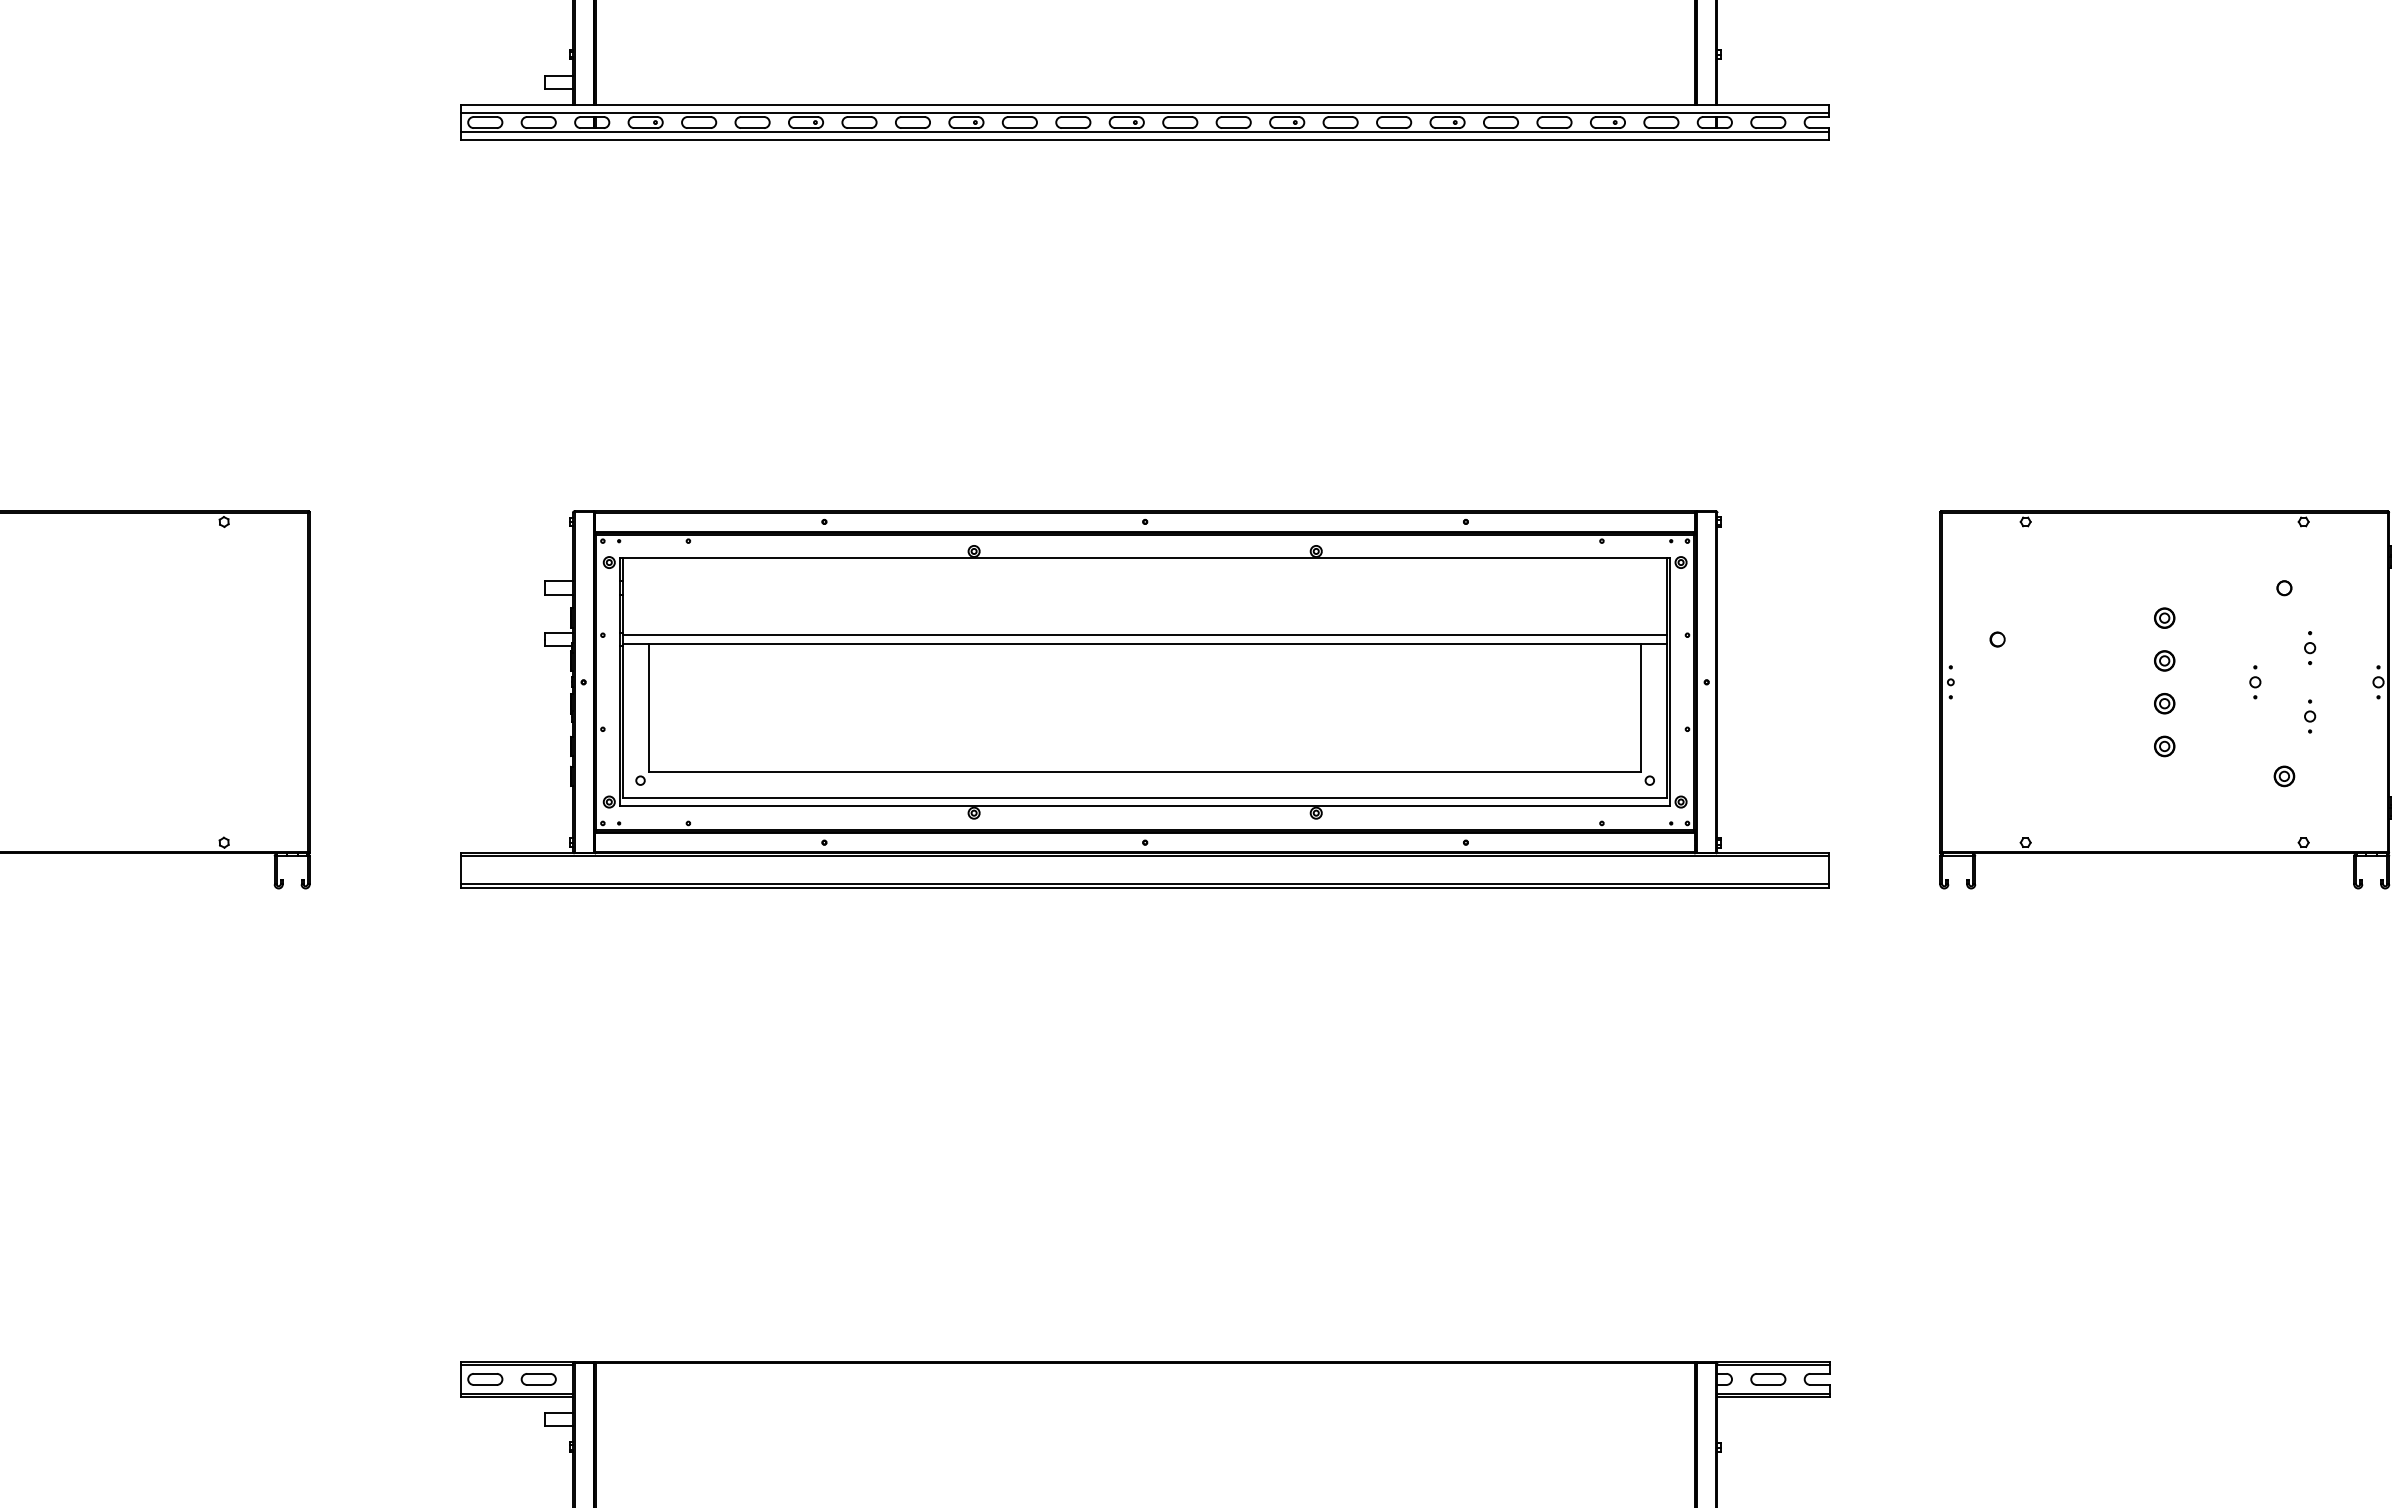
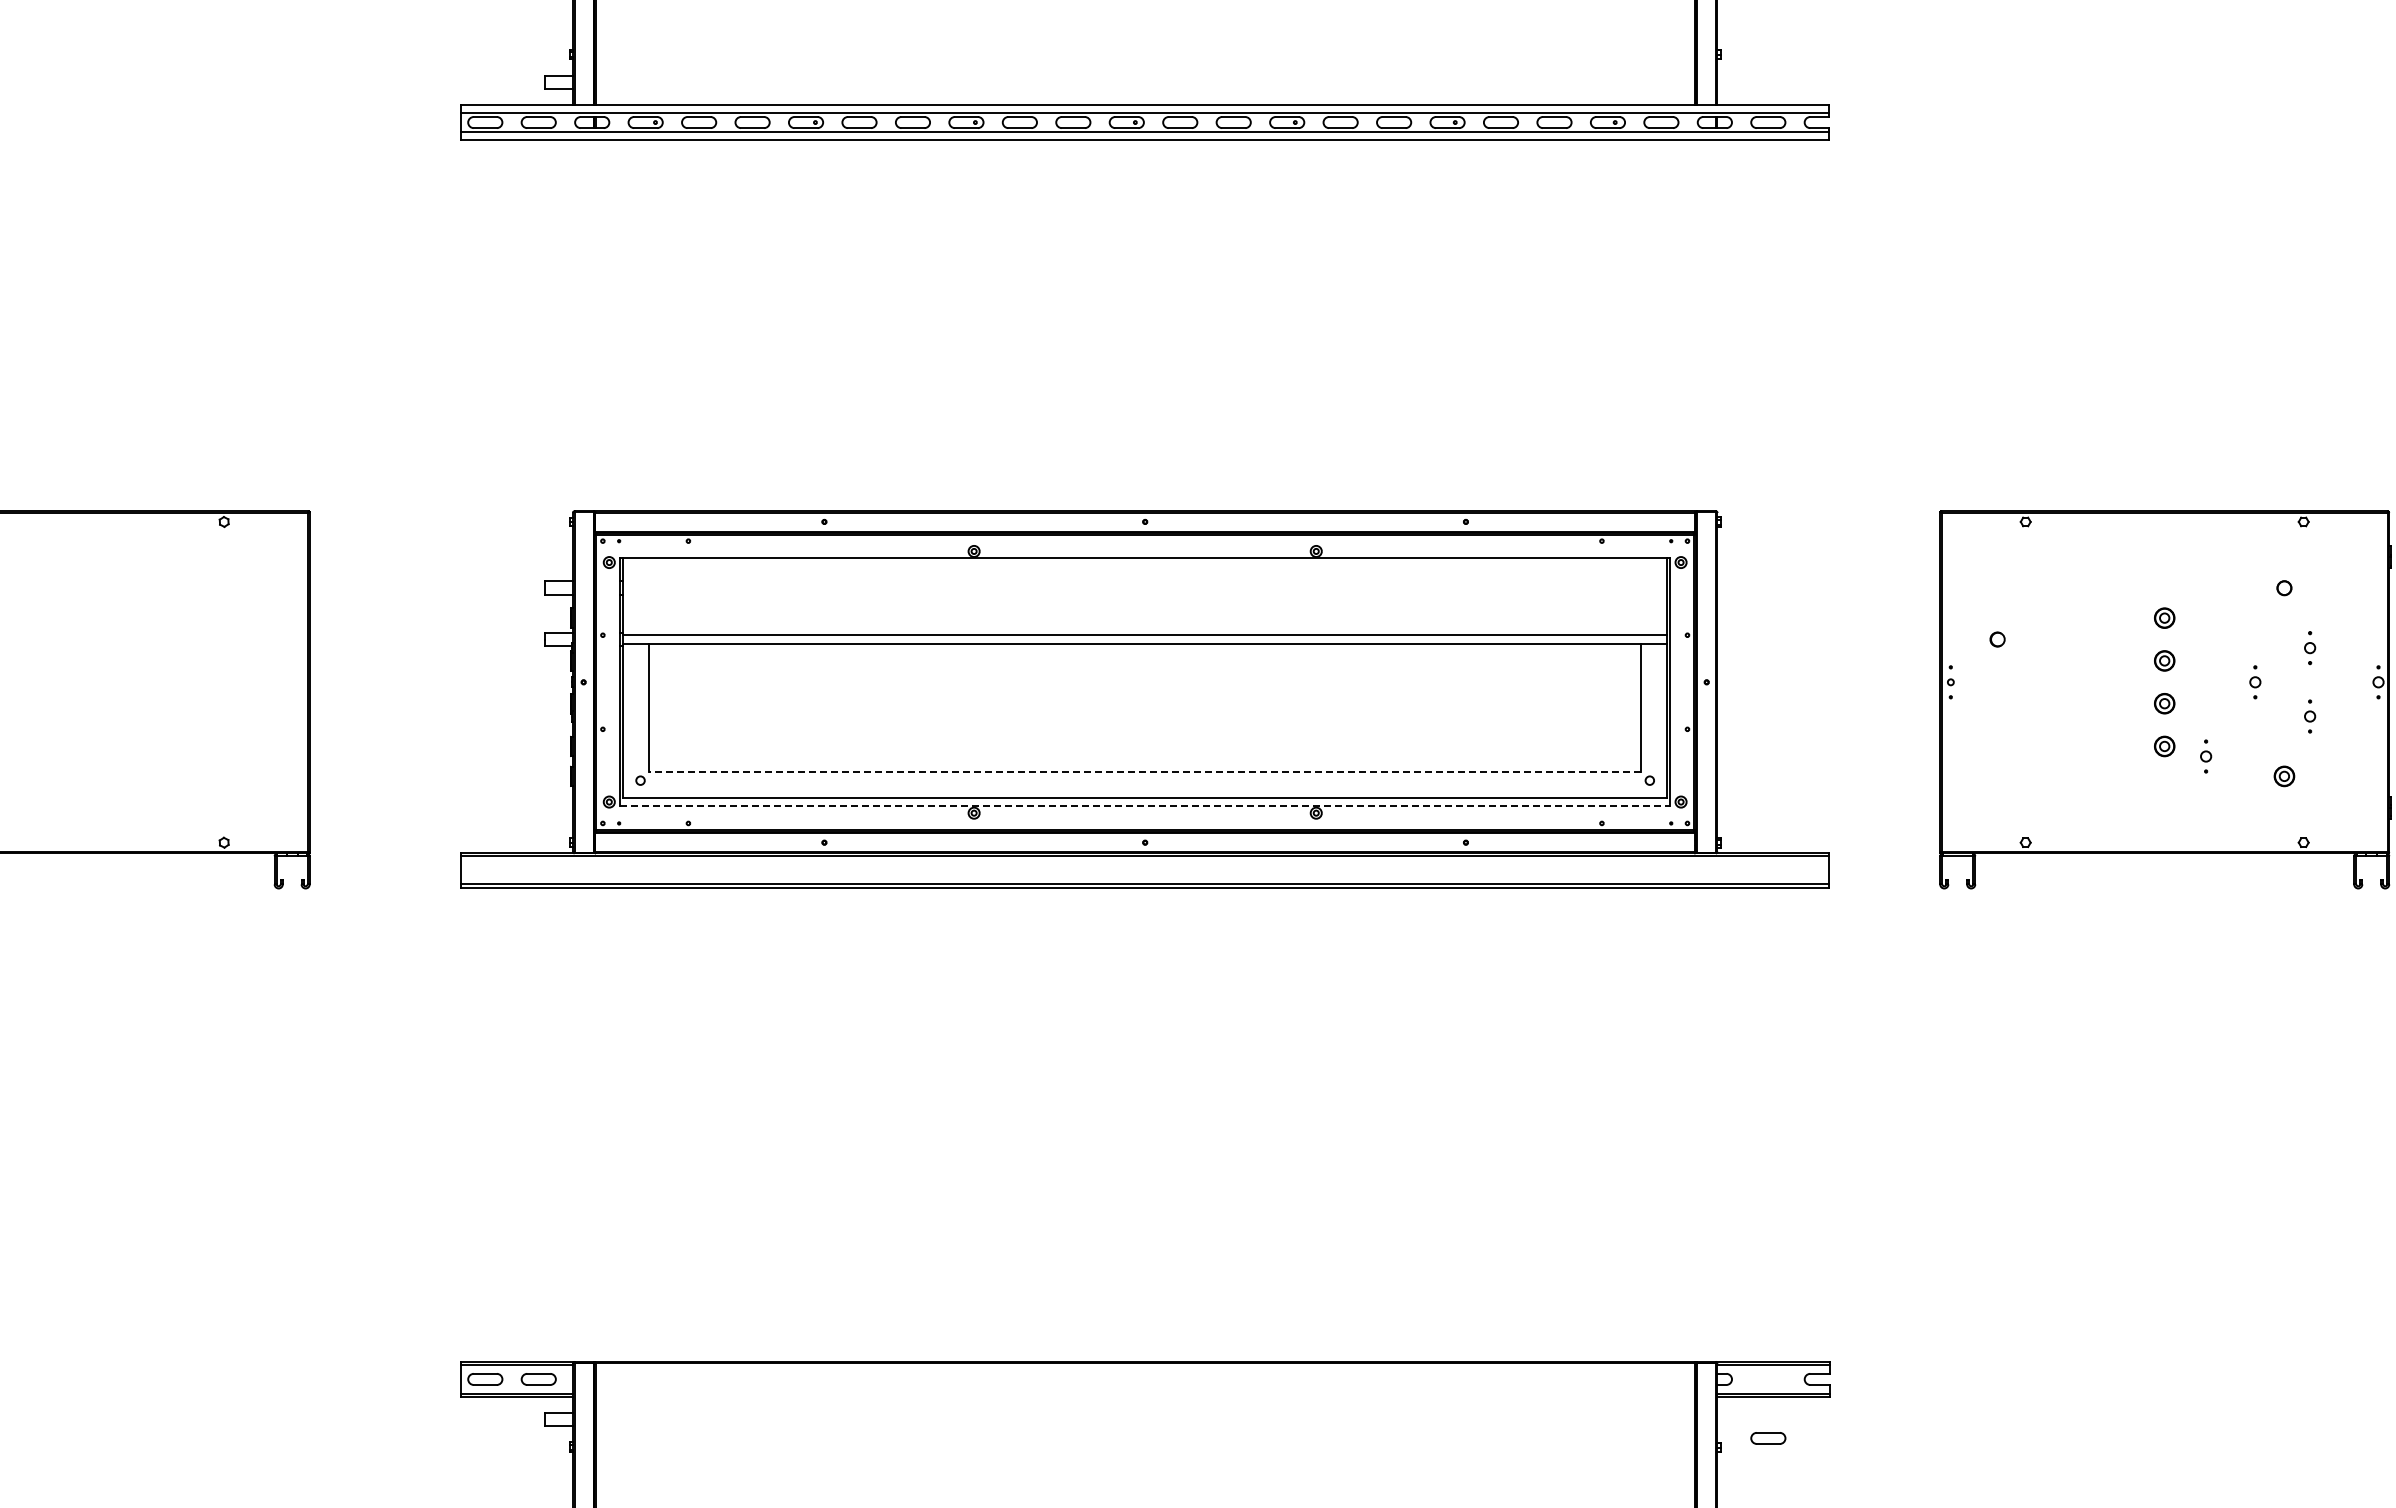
part at (2206, 756): none -> present
line at (1144, 772): solid -> dashed
line at (1145, 806): solid -> dashed
part at (1768, 1379) position: (1768, 1379) -> (1768, 1438)
